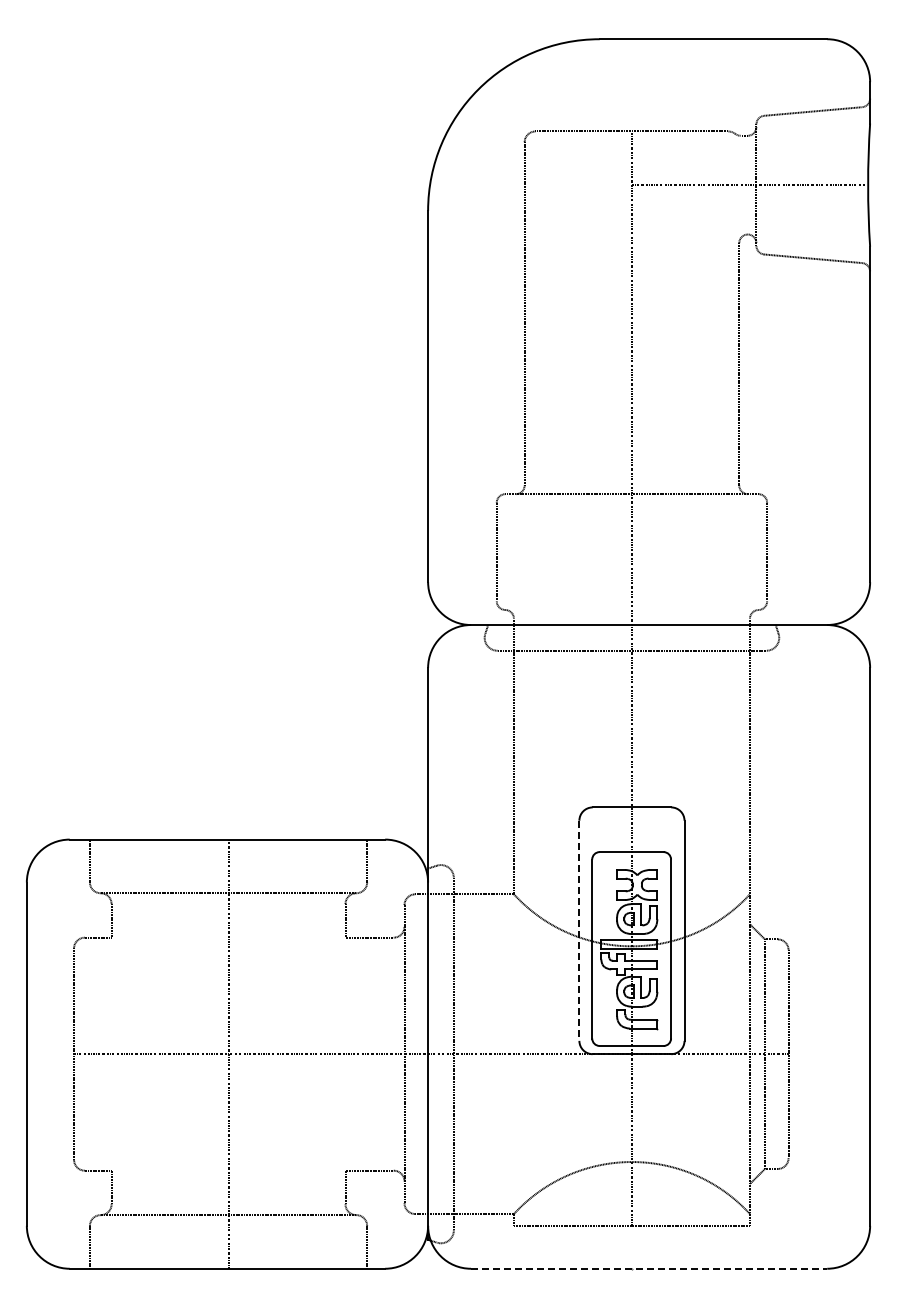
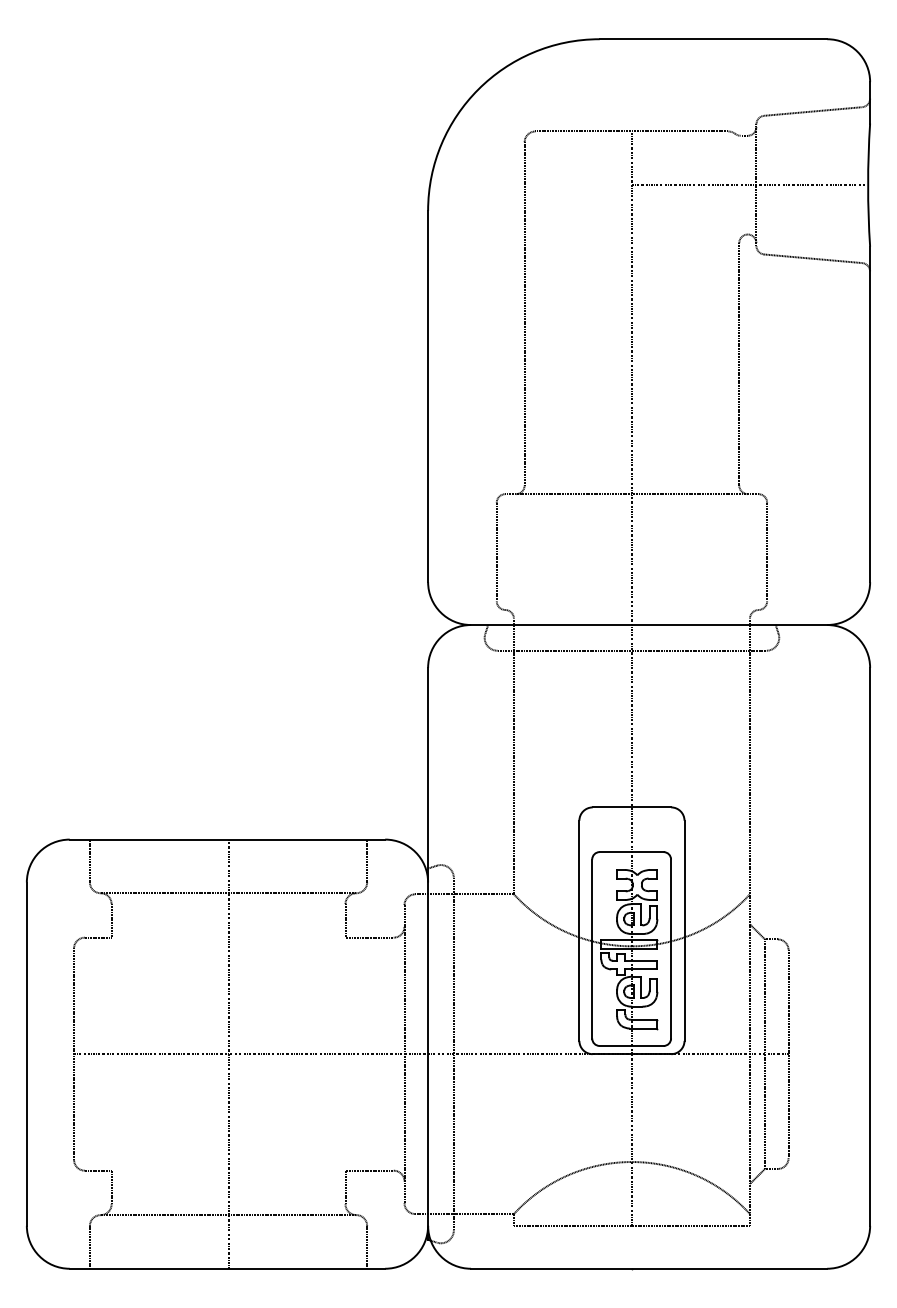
line at (579, 931): dashed -> solid
line at (649, 1268): dashed -> solid
